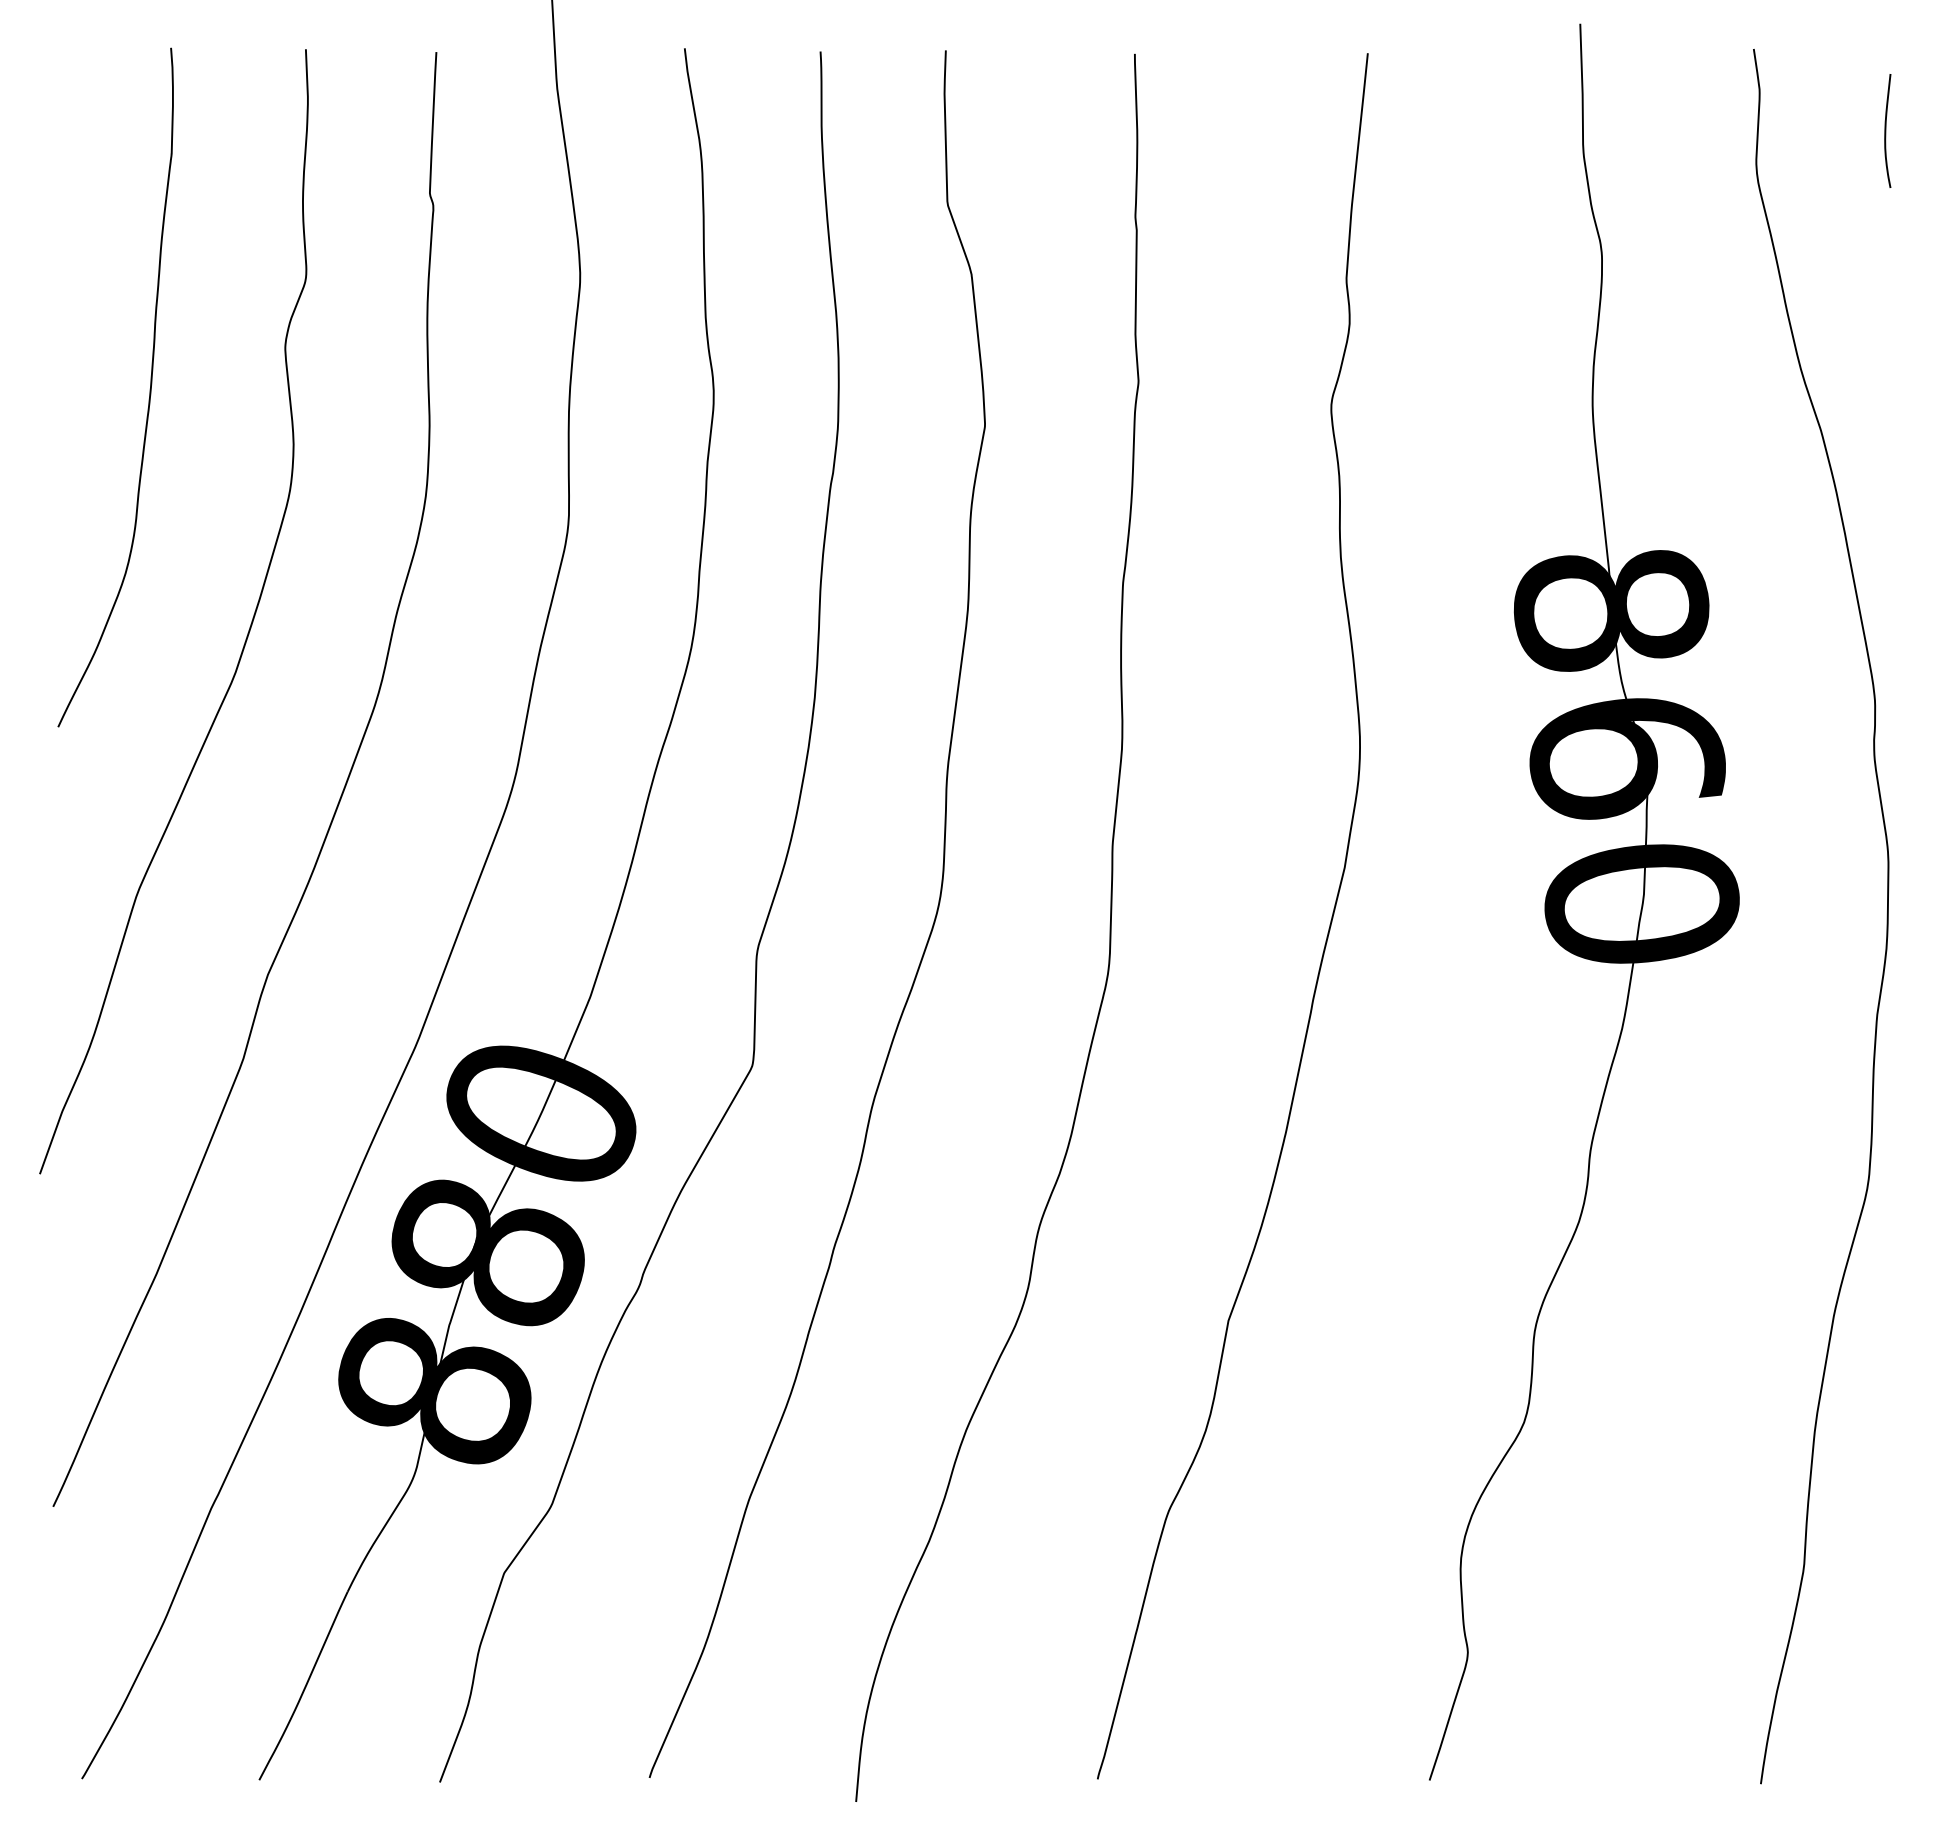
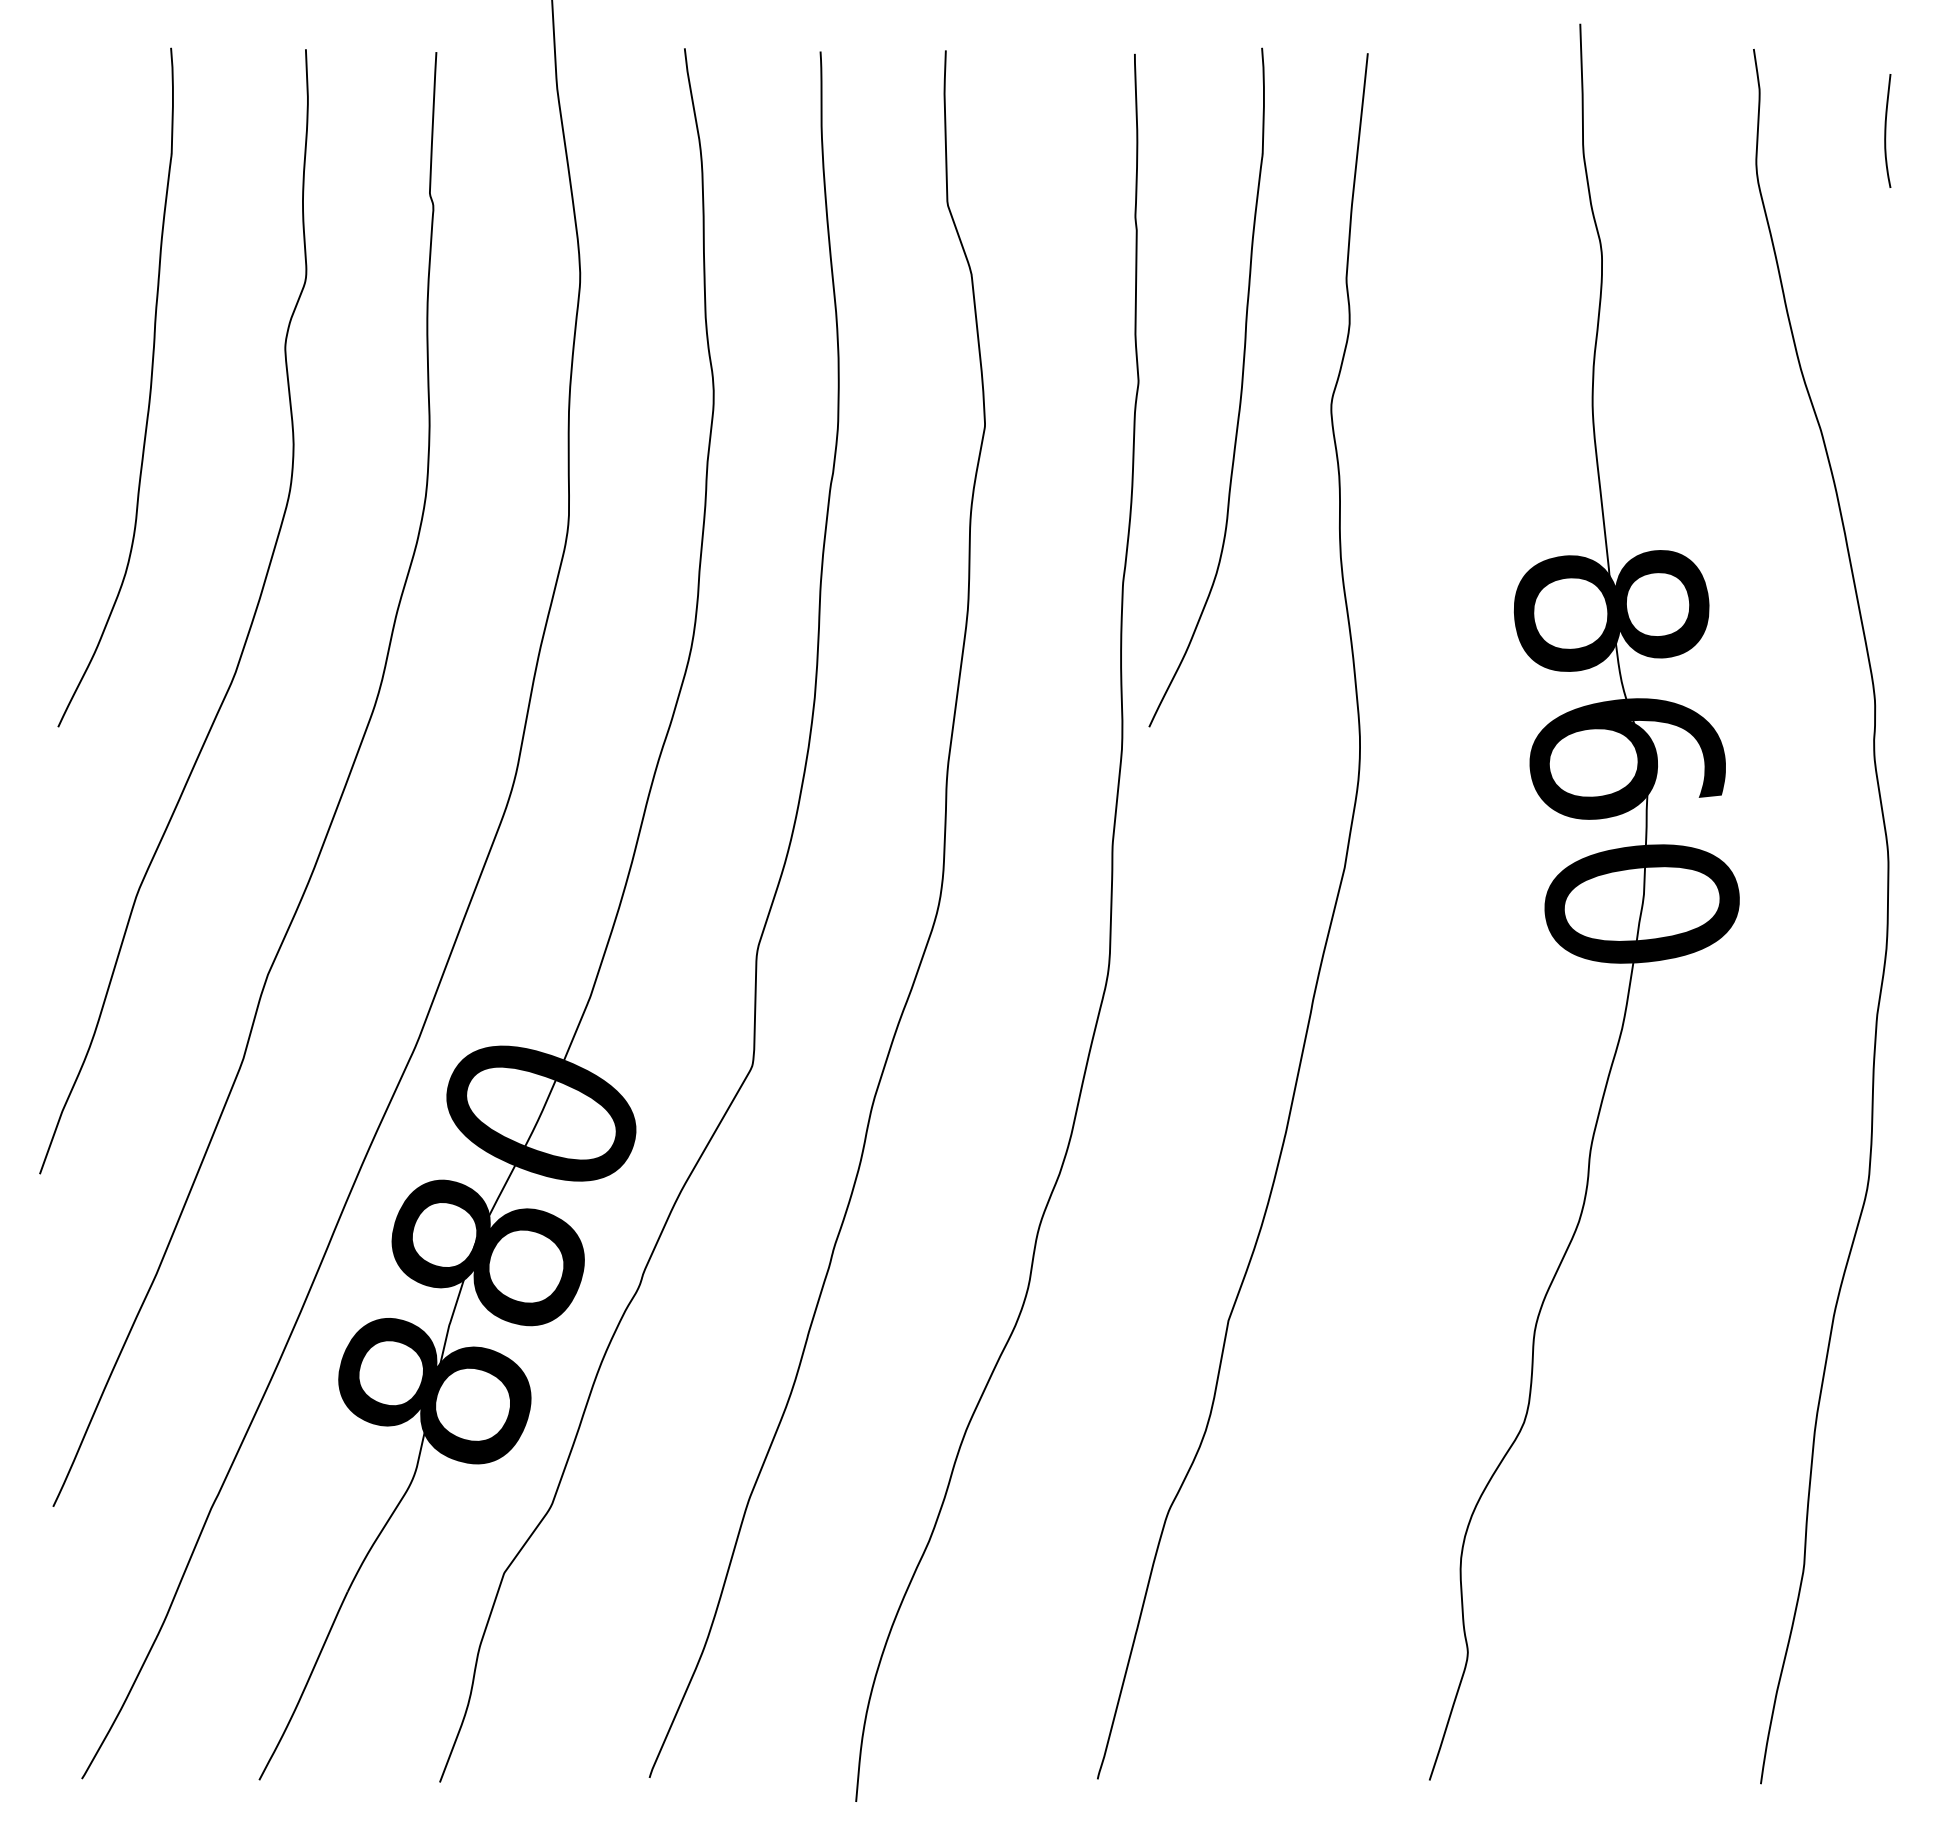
curve at (1240, 389): none -> present
